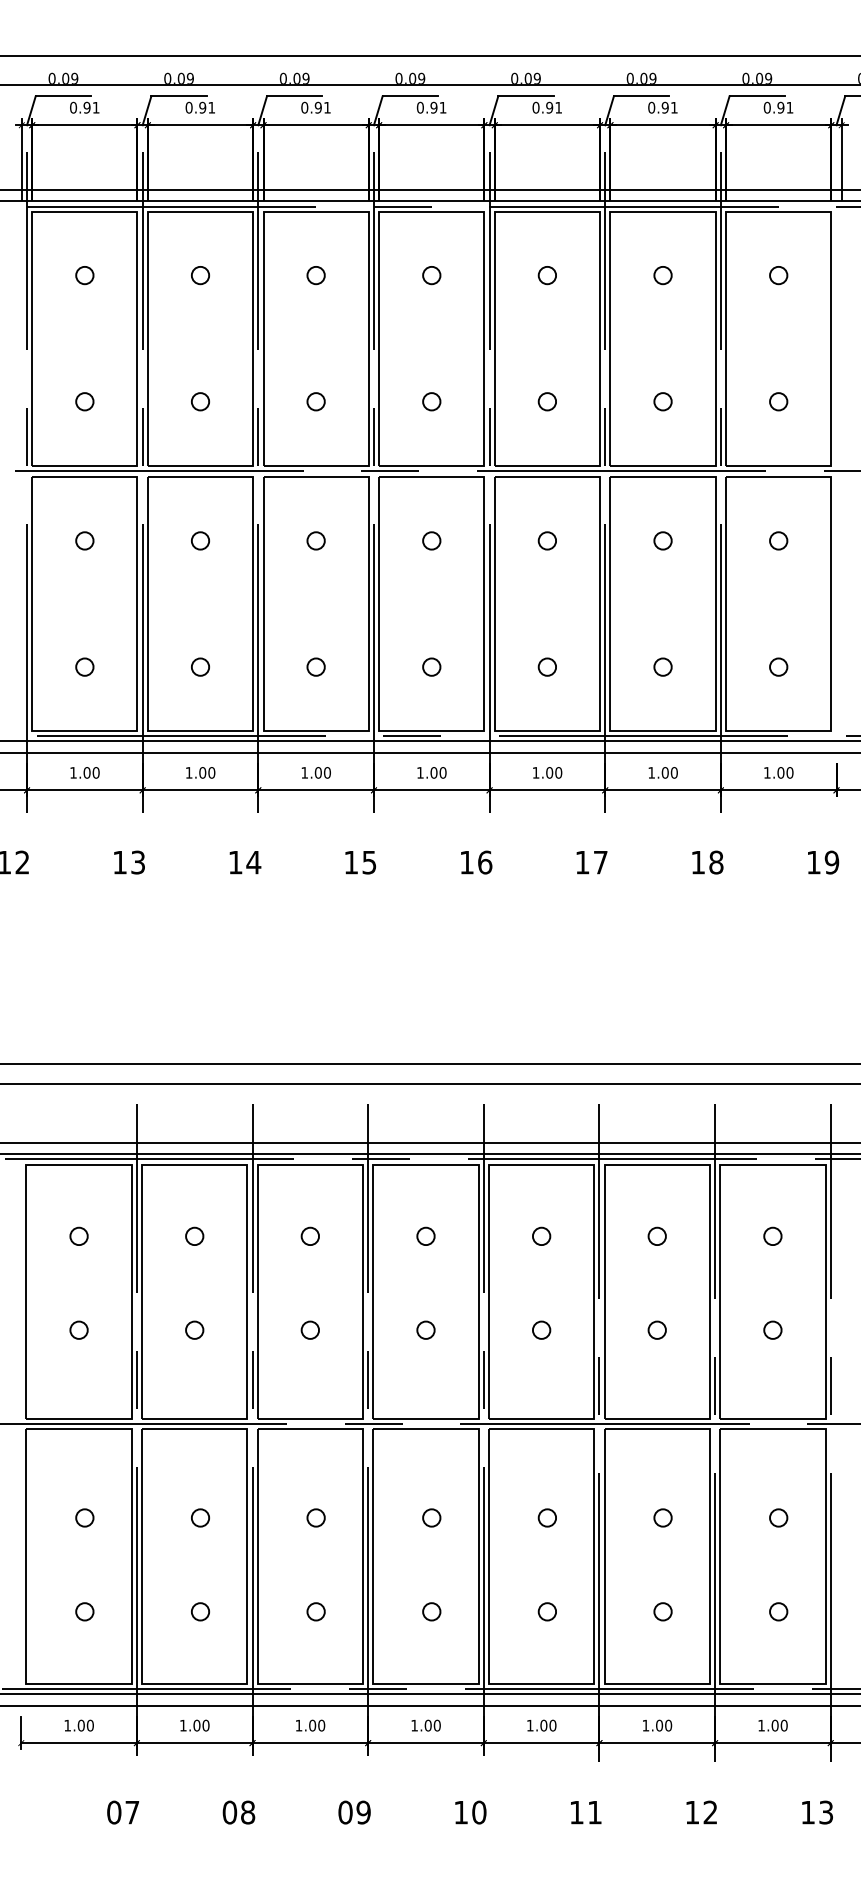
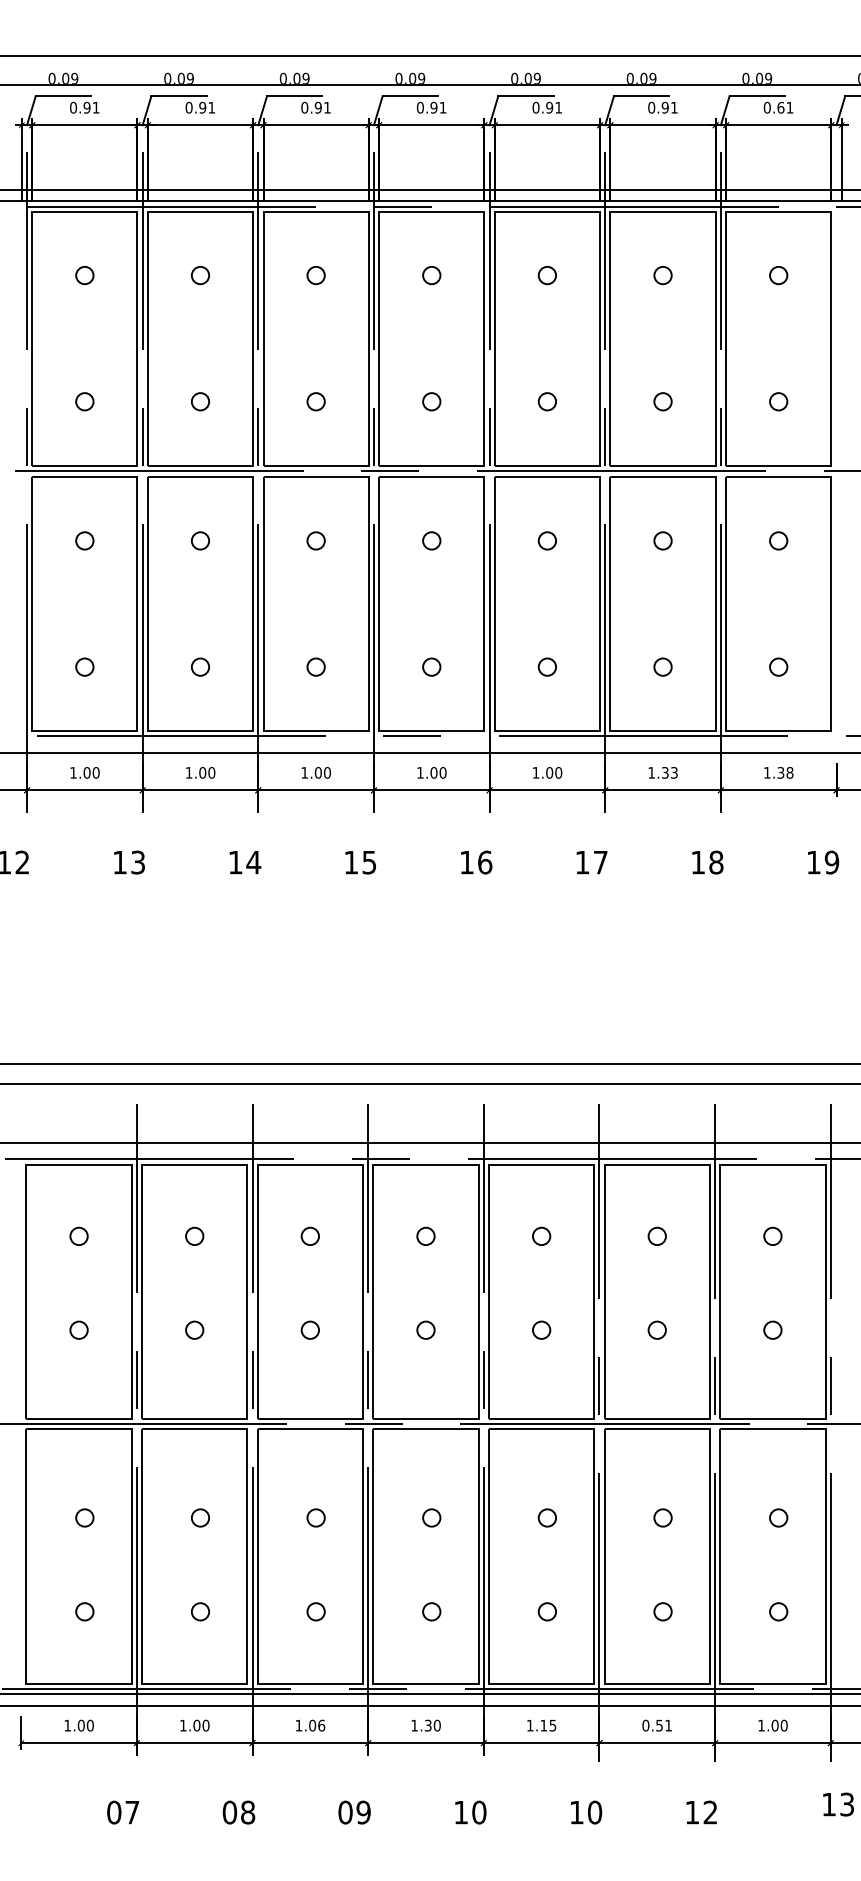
text at (780, 107): 0.91 -> 0.61
line at (429, 741): present -> none
text at (669, 772): 1.00 -> 1.33
text at (785, 772): 1.00 -> 1.38
line at (429, 1154): present -> none
text at (321, 1725): 1.00 -> 1.06
text at (427, 1725): 1.00 -> 1.30
text at (548, 1725): 1.00 -> 1.15
text at (657, 1725): 1.00 -> 0.51
text at (594, 1812): 11 -> 10
text at (817, 1812) position: (817, 1812) -> (838, 1804)
